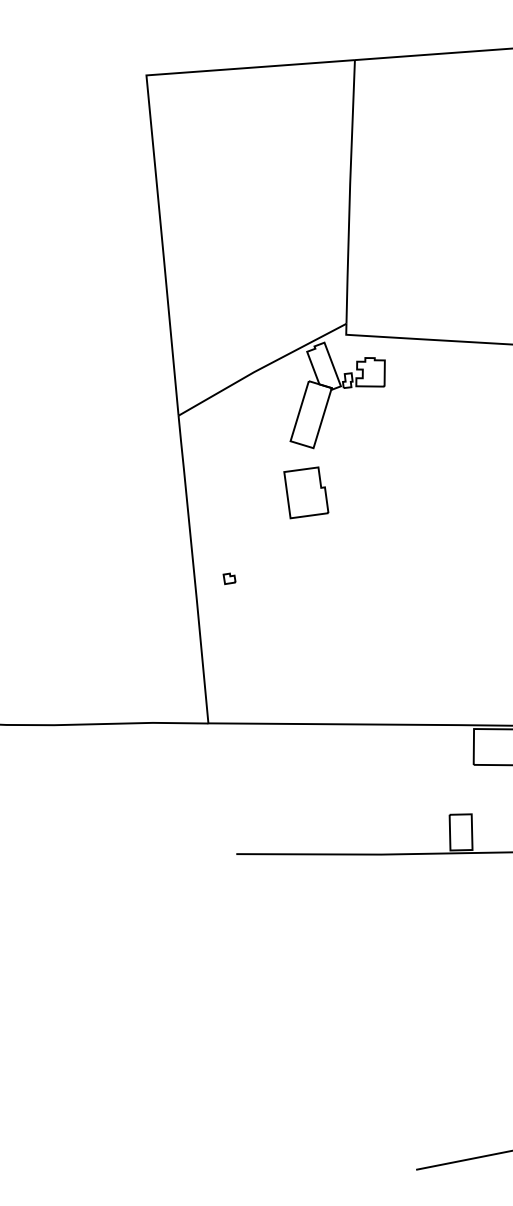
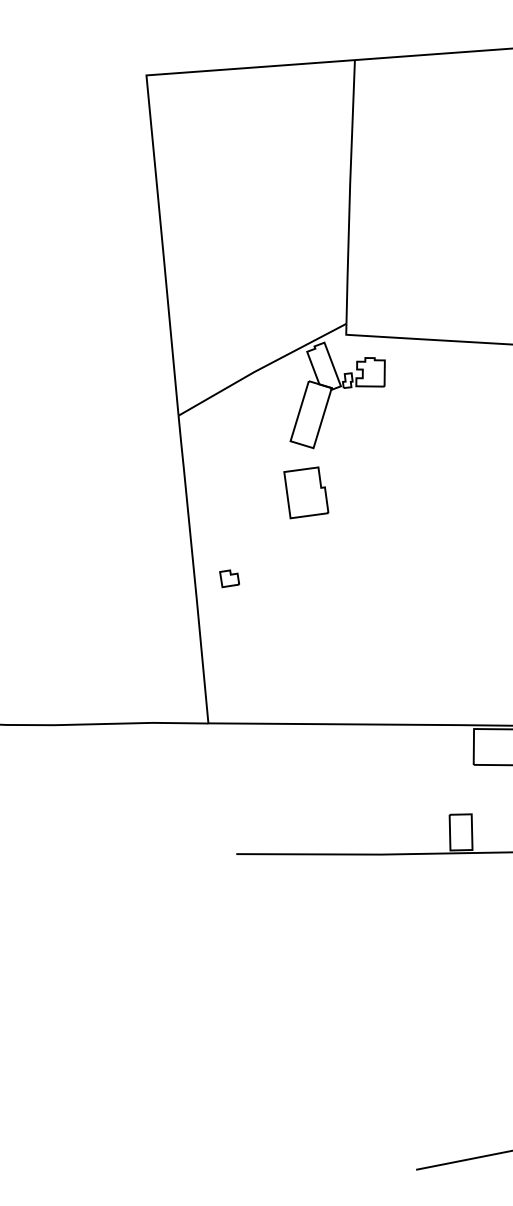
part at (229, 578) size: 15x14 px -> 21x20 px
